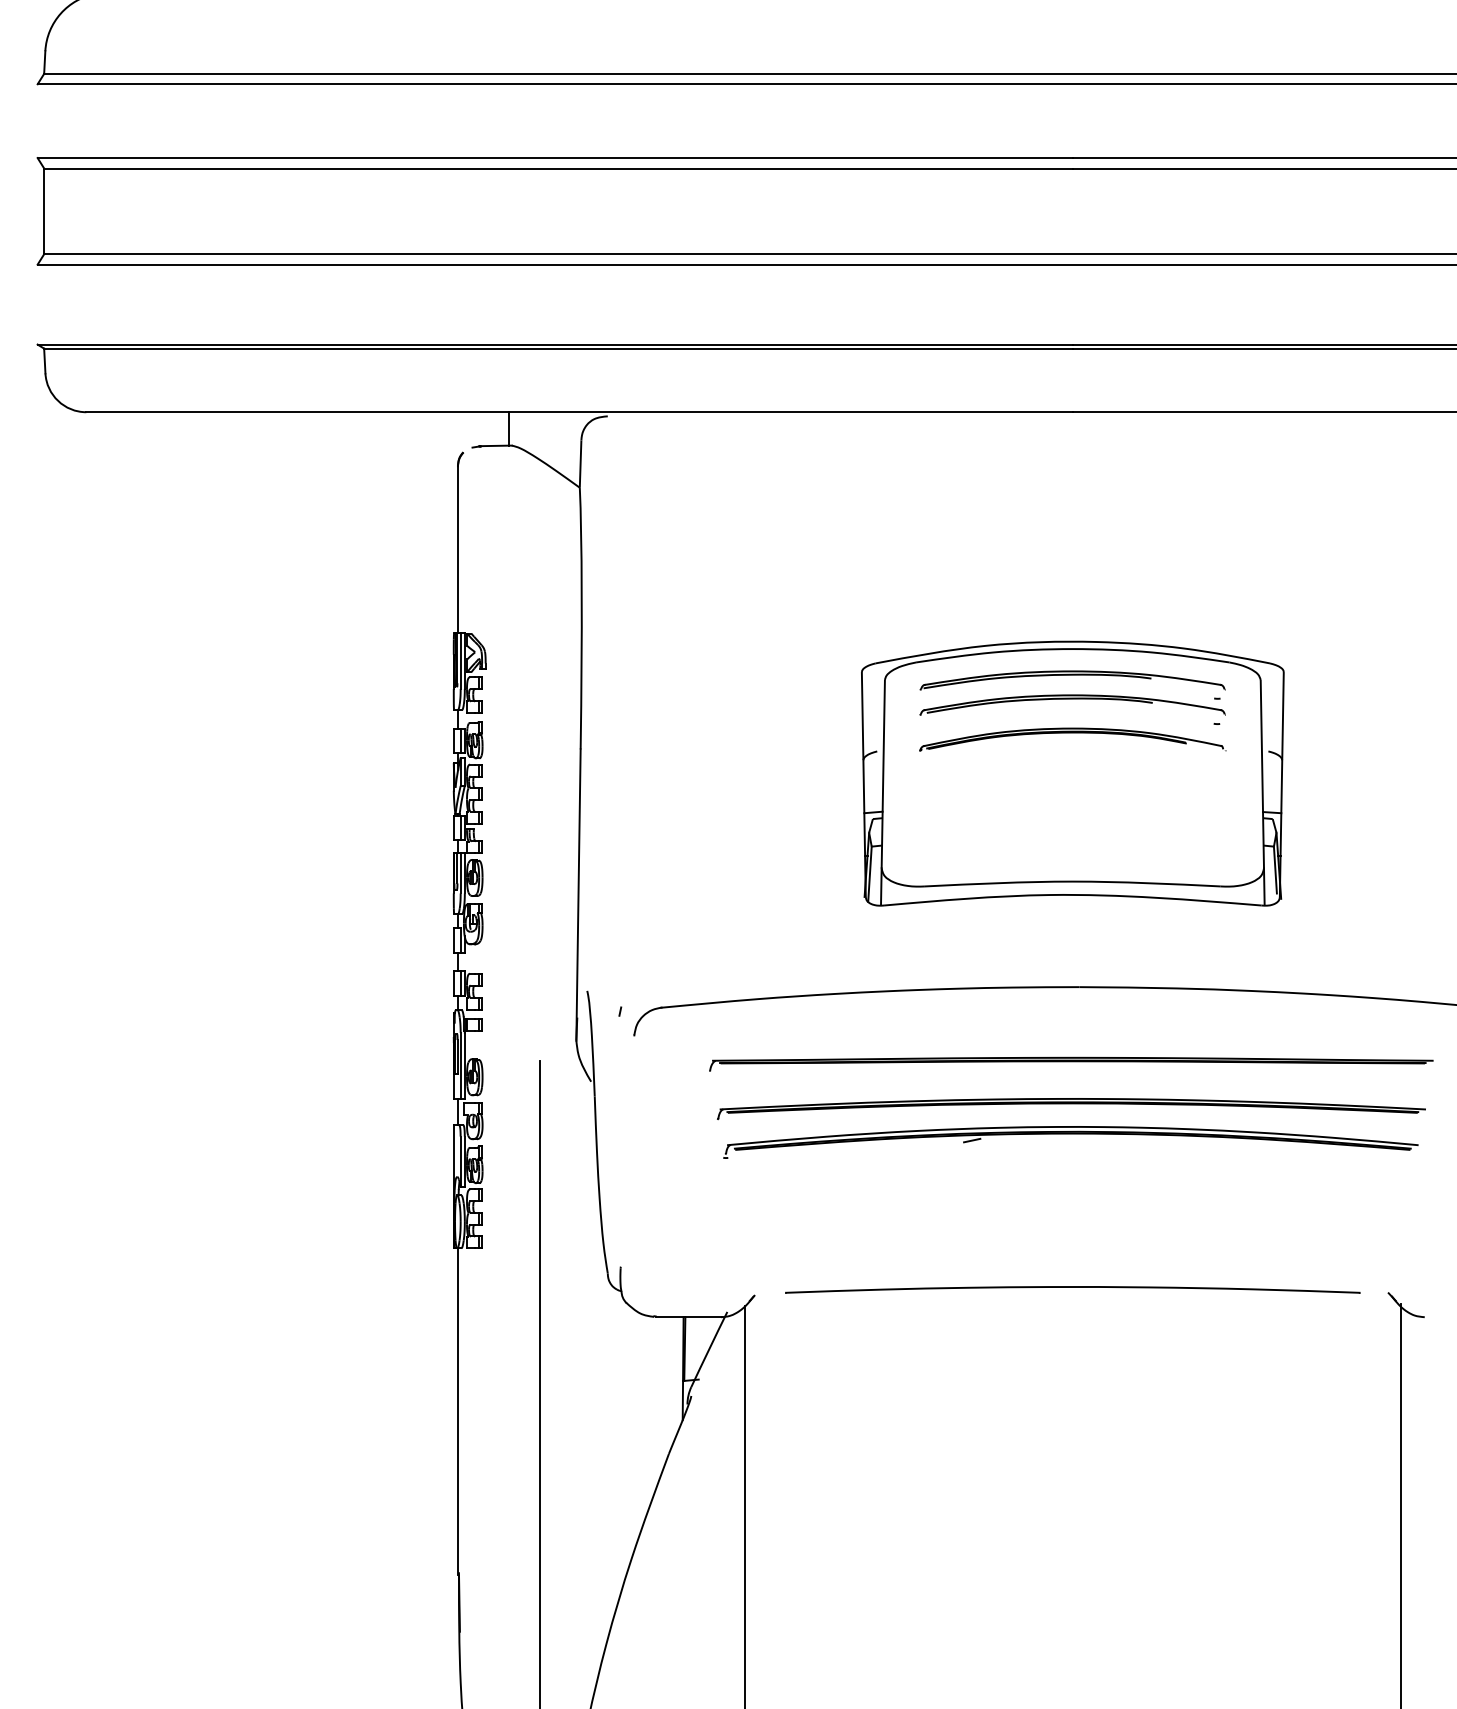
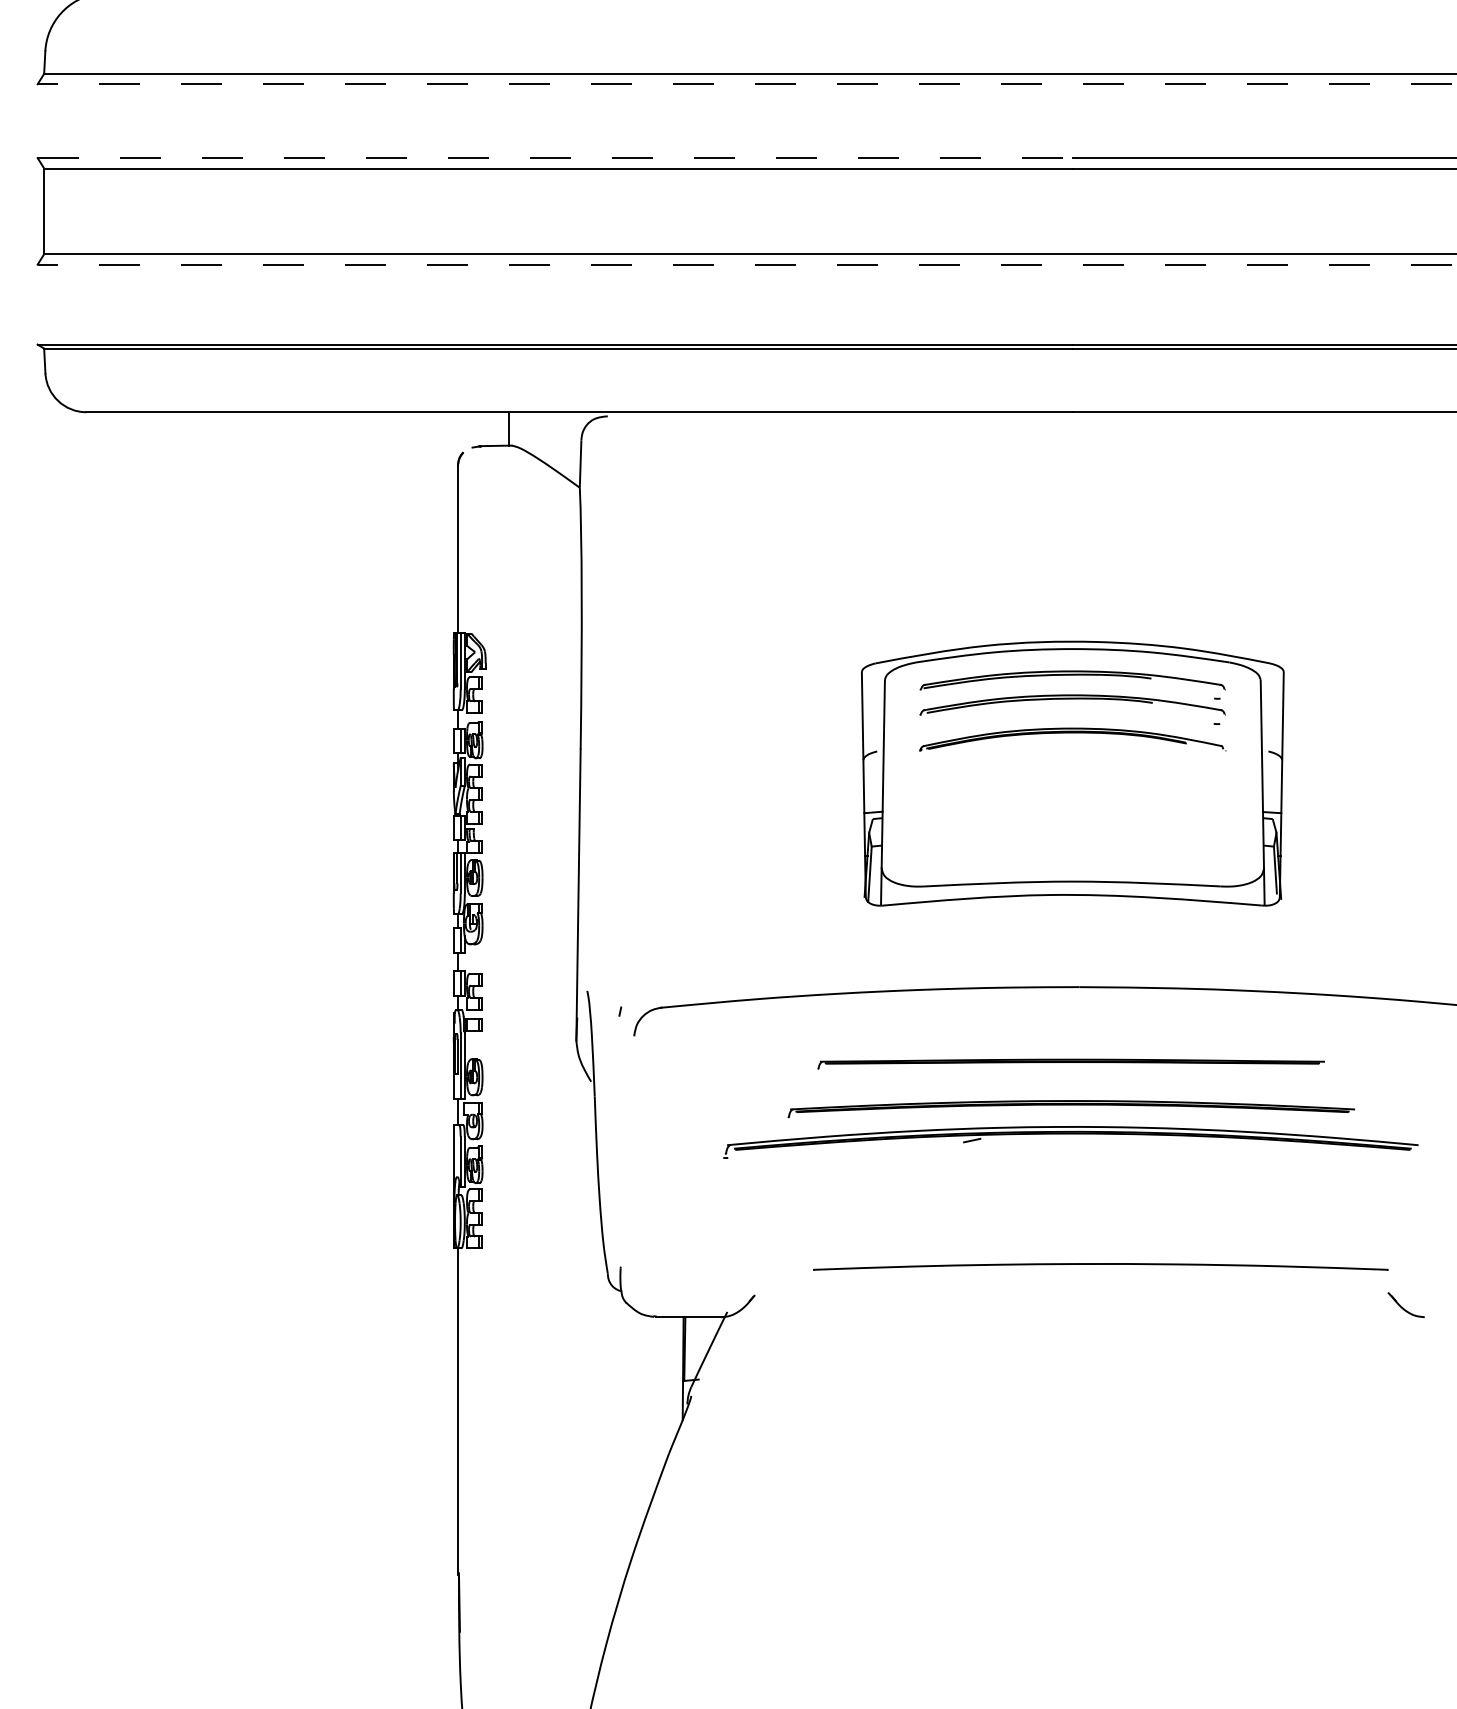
line at (746, 84): solid -> dashed
line at (555, 158): solid -> dashed
line at (746, 264): solid -> dashed
part at (1071, 1063) size: 725x16 px -> 508x12 px
part at (1071, 1109) size: 709x23 px -> 568x19 px
part at (1072, 1289) position: (1072, 1289) -> (1100, 1266)
line at (539, 1383): present -> none
line at (1400, 1504): present -> none
line at (744, 1505): present -> none
